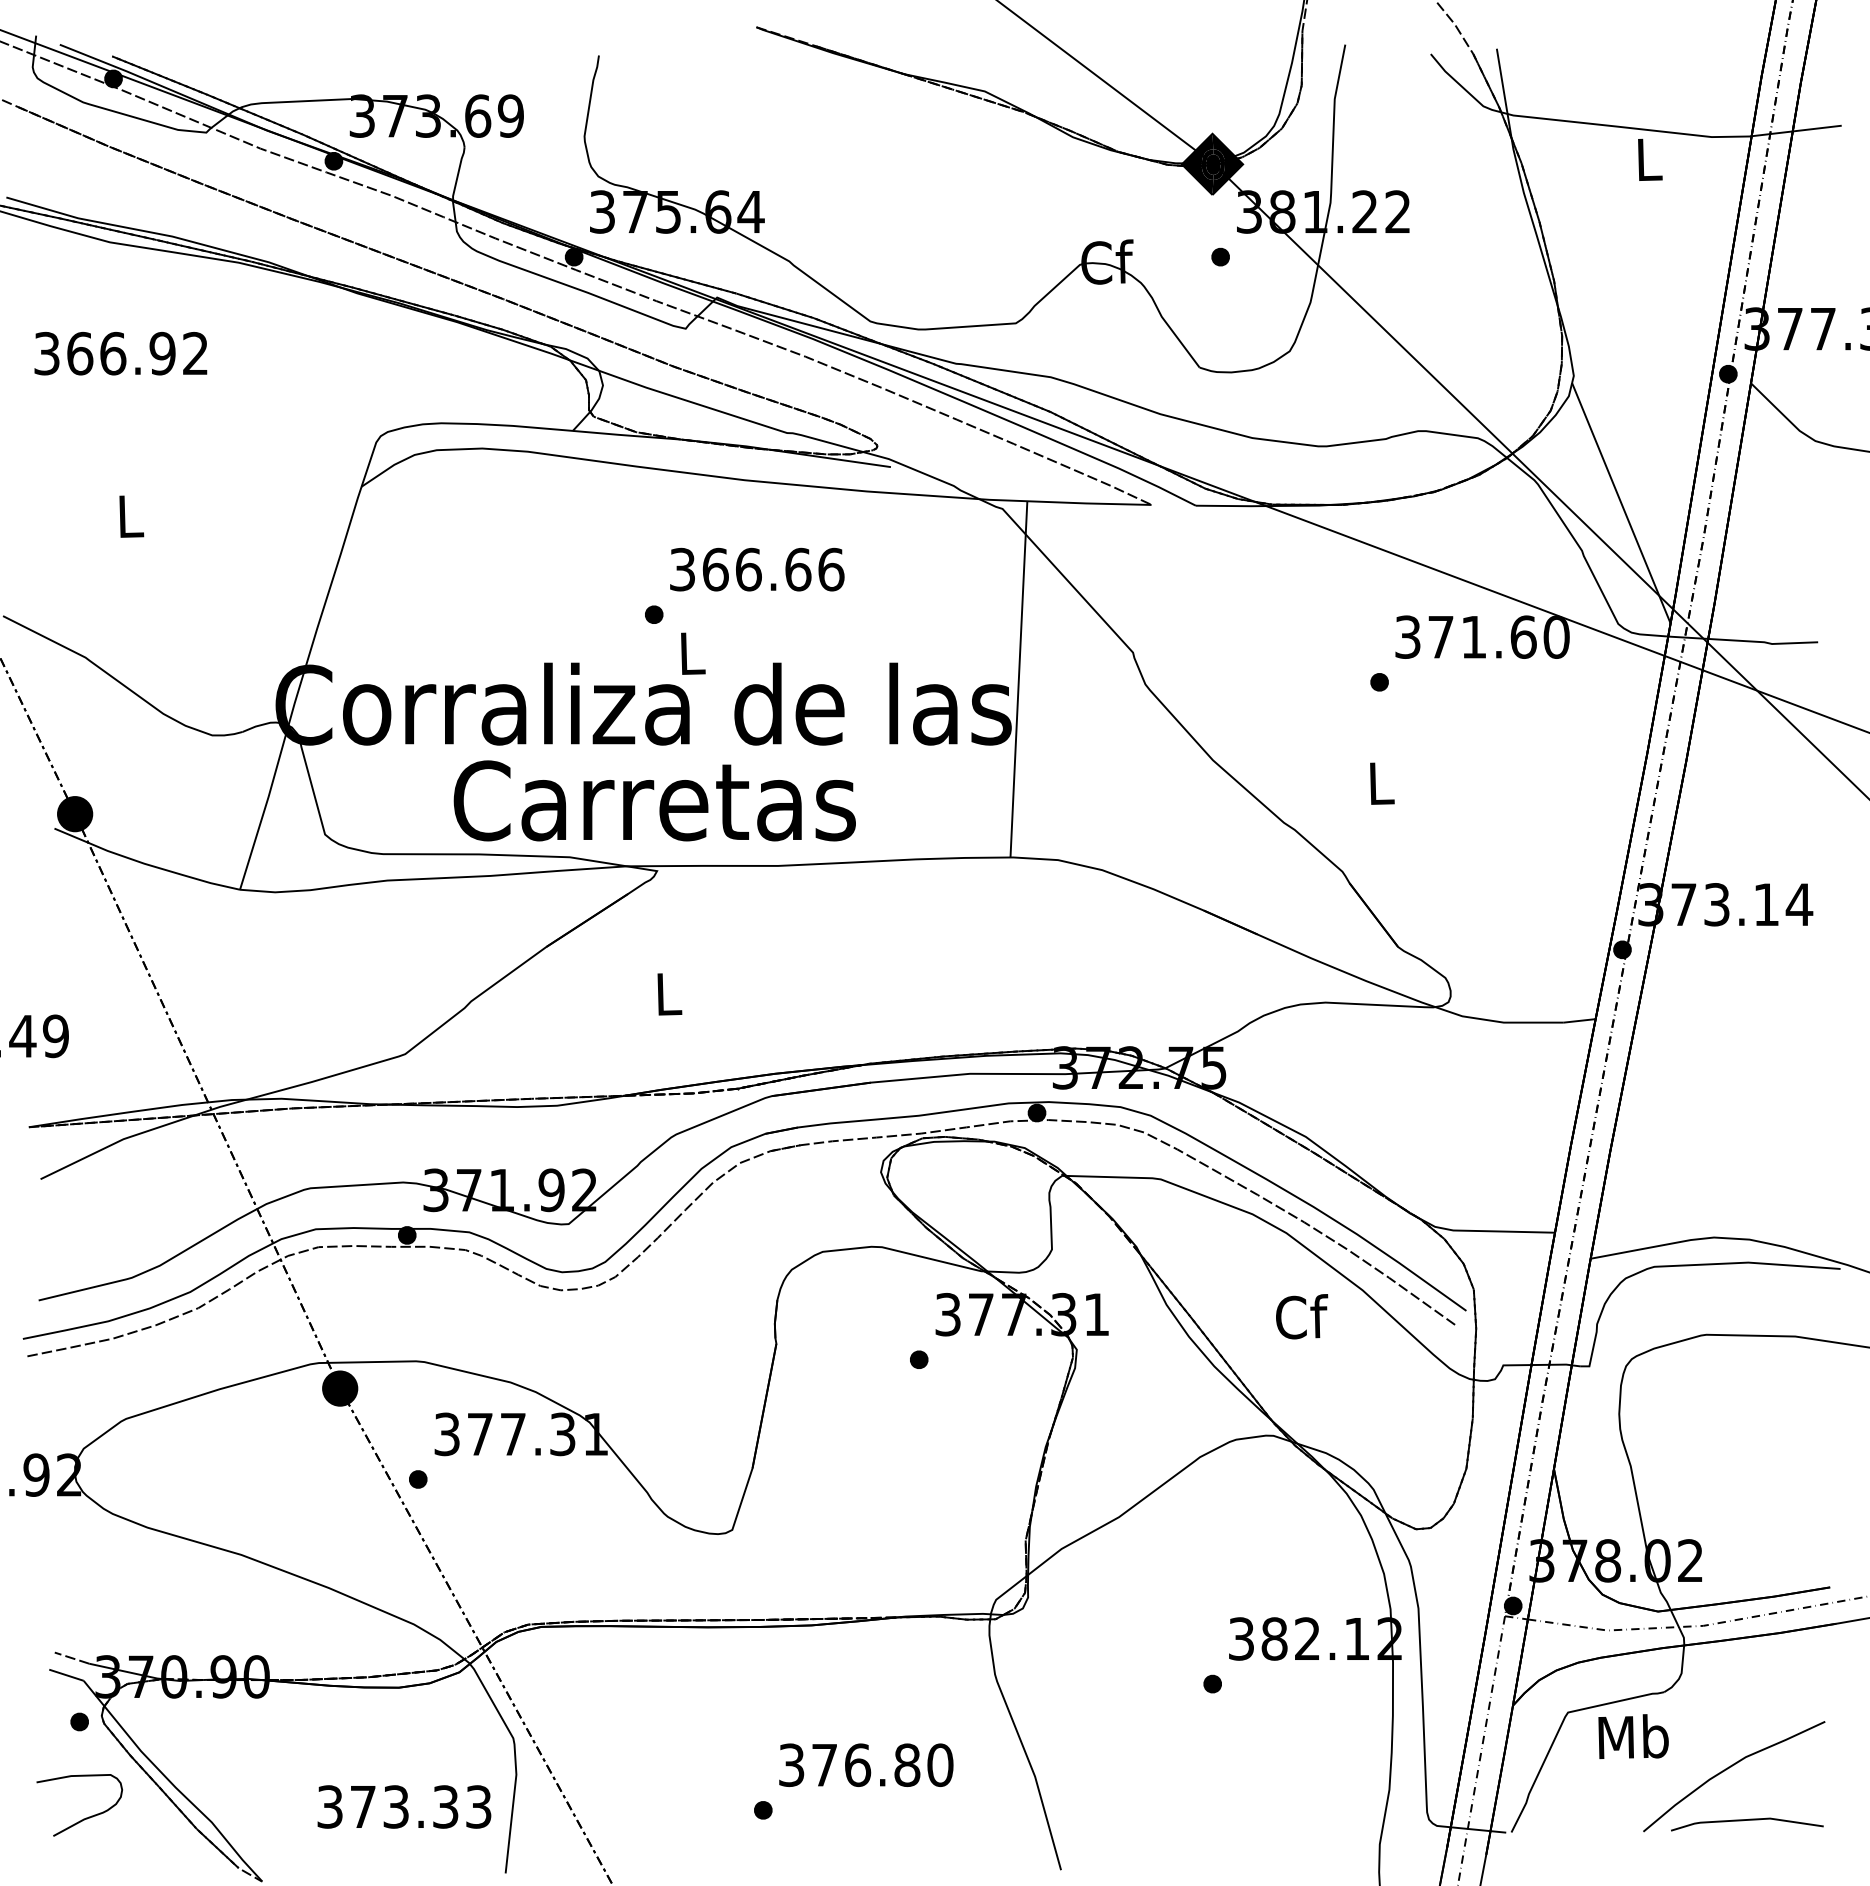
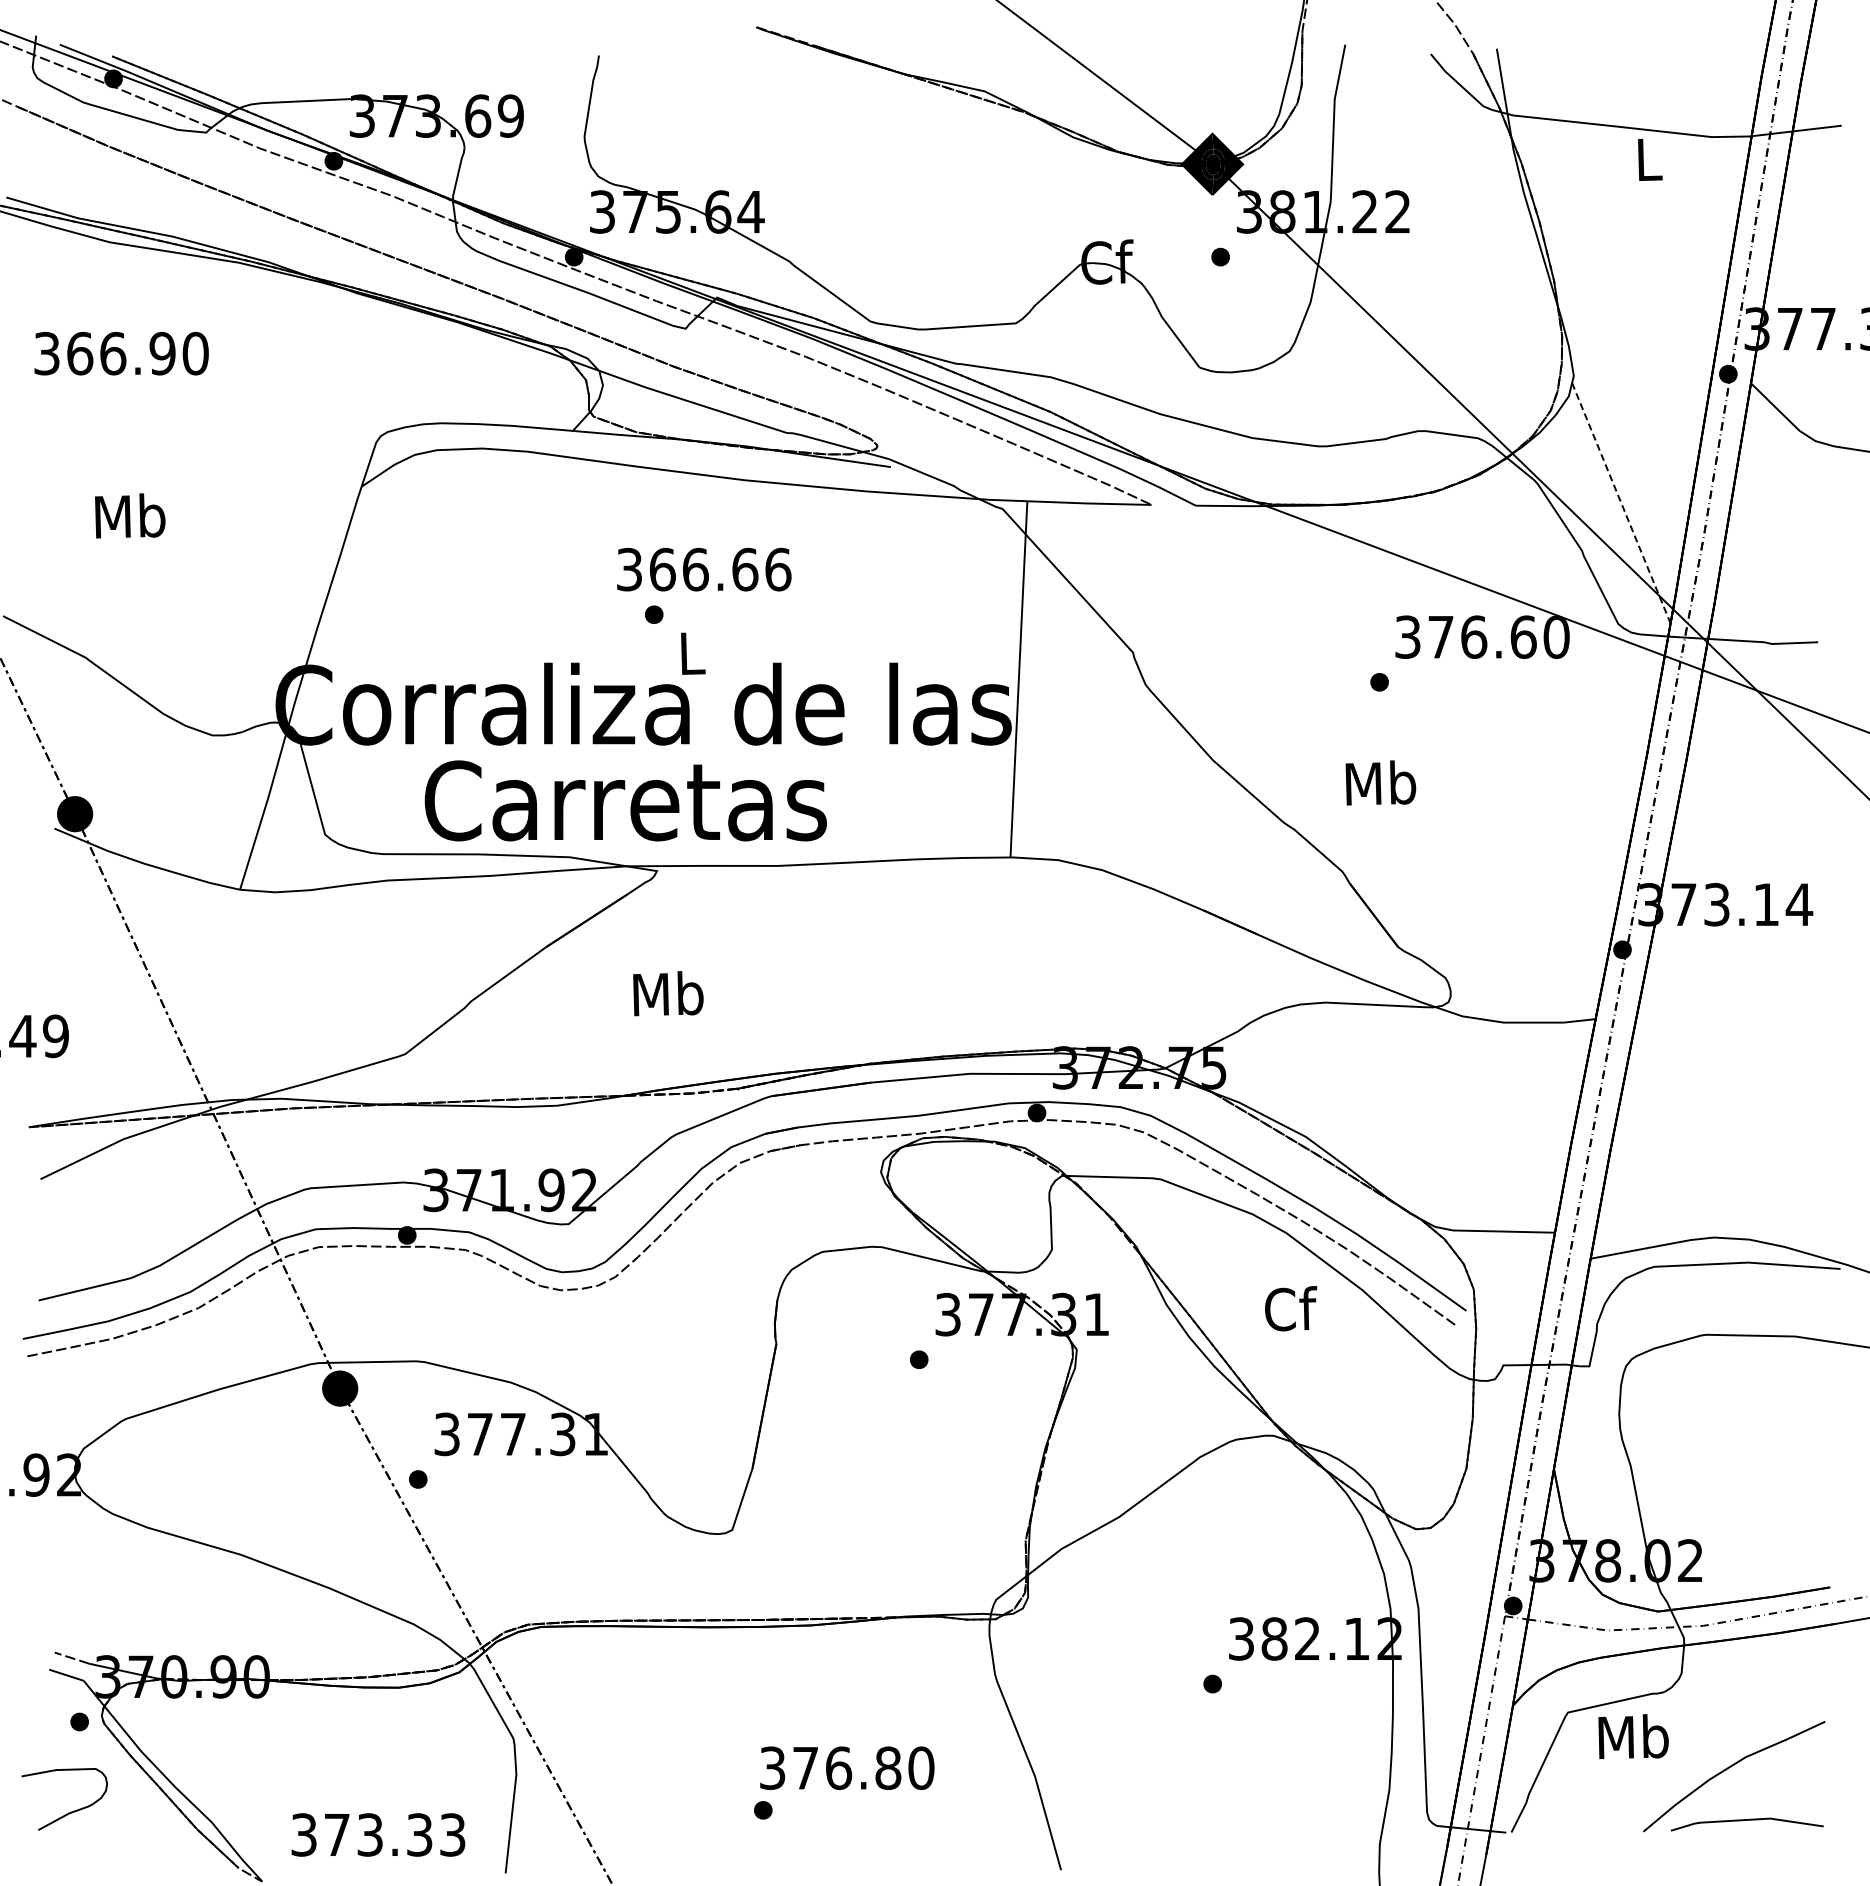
text at (195, 353): 366.92 -> 366.90
line at (1621, 503): solid -> dashed
text at (130, 515): L -> Mb
text at (757, 569) position: (757, 569) -> (704, 569)
text at (1474, 636): 371.60 -> 376.60
text at (1380, 782): L -> Mb
text at (654, 800) position: (654, 800) -> (625, 800)
text at (668, 993): L -> Mb
text at (1302, 1316) position: (1302, 1316) -> (1291, 1308)
text at (866, 1764) position: (866, 1764) -> (847, 1767)
text at (404, 1806) position: (404, 1806) -> (378, 1834)
curve at (83, 1818) position: (83, 1818) -> (68, 1812)
